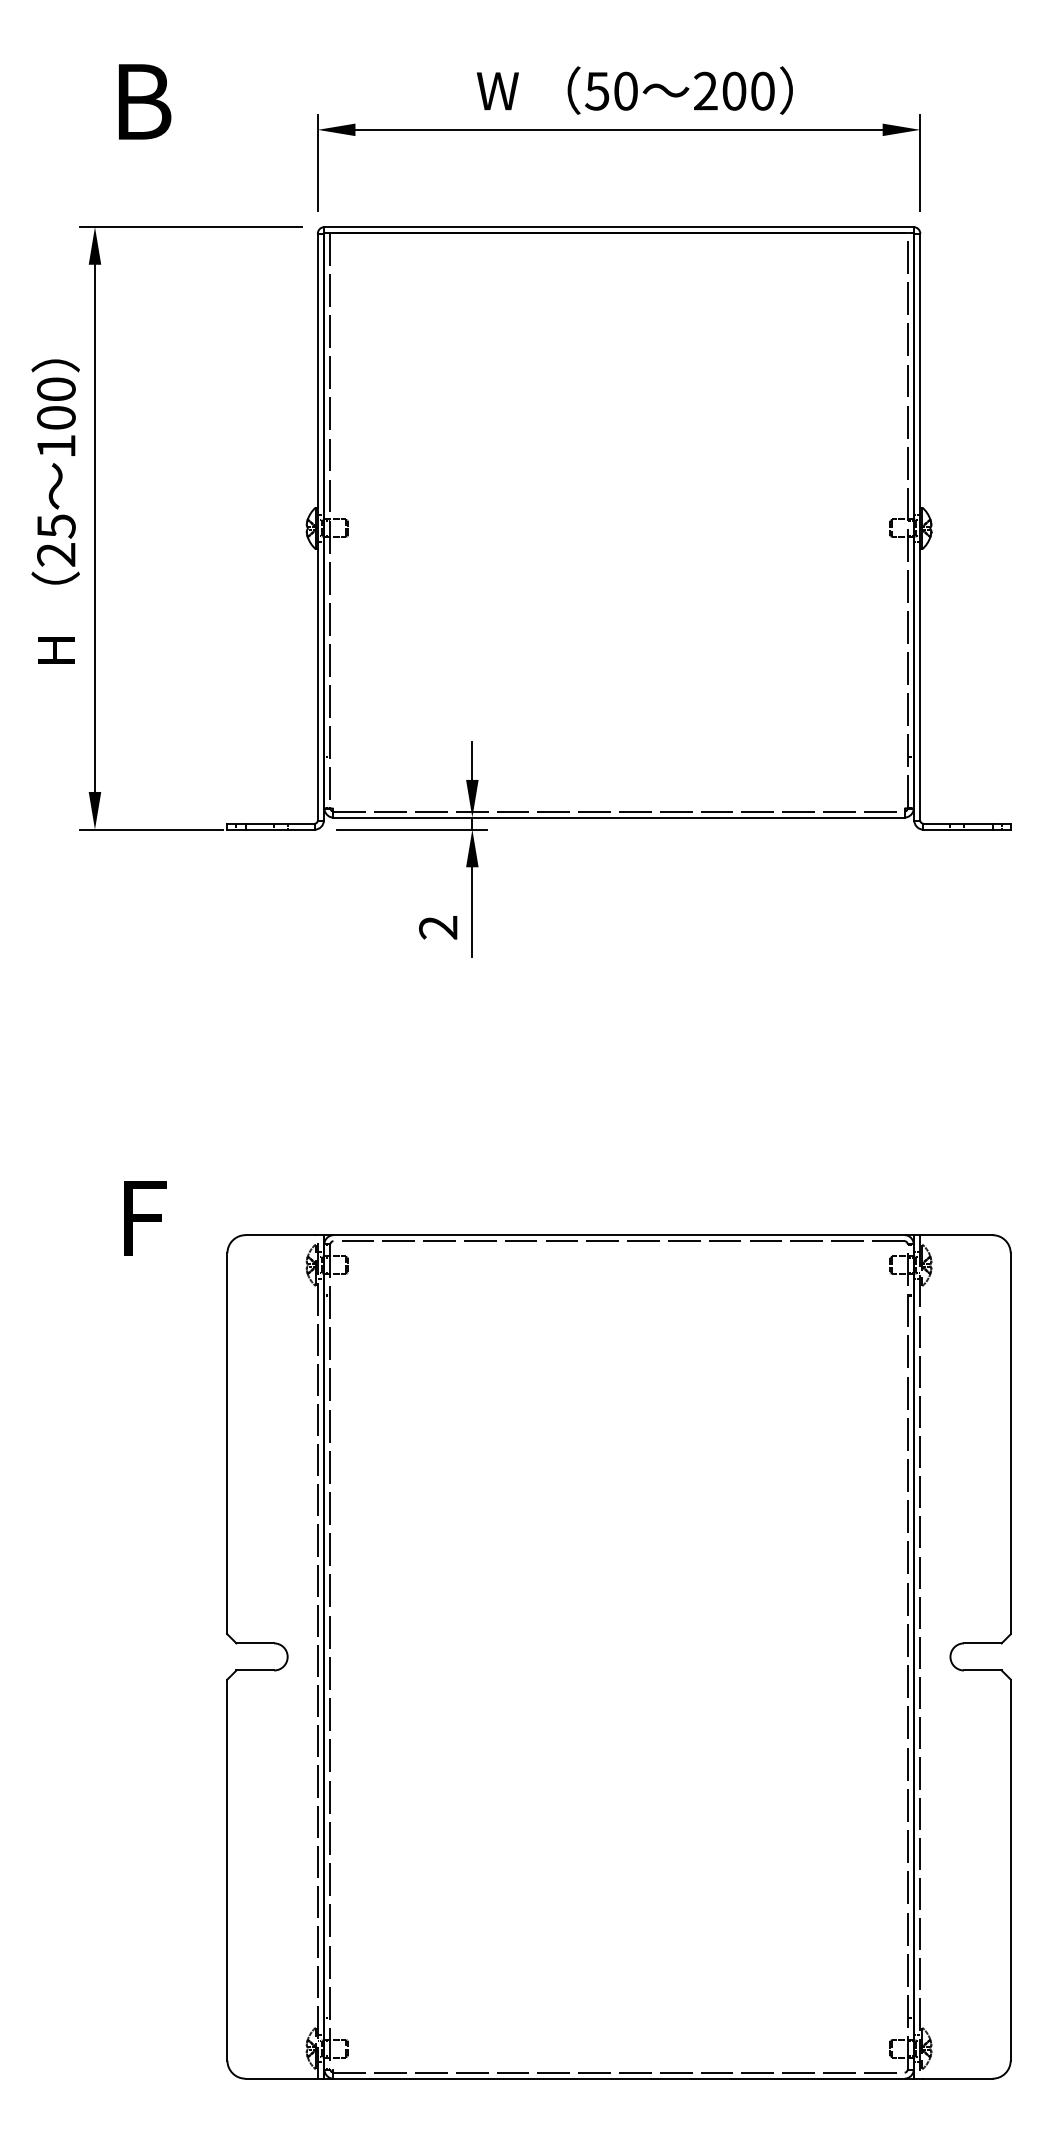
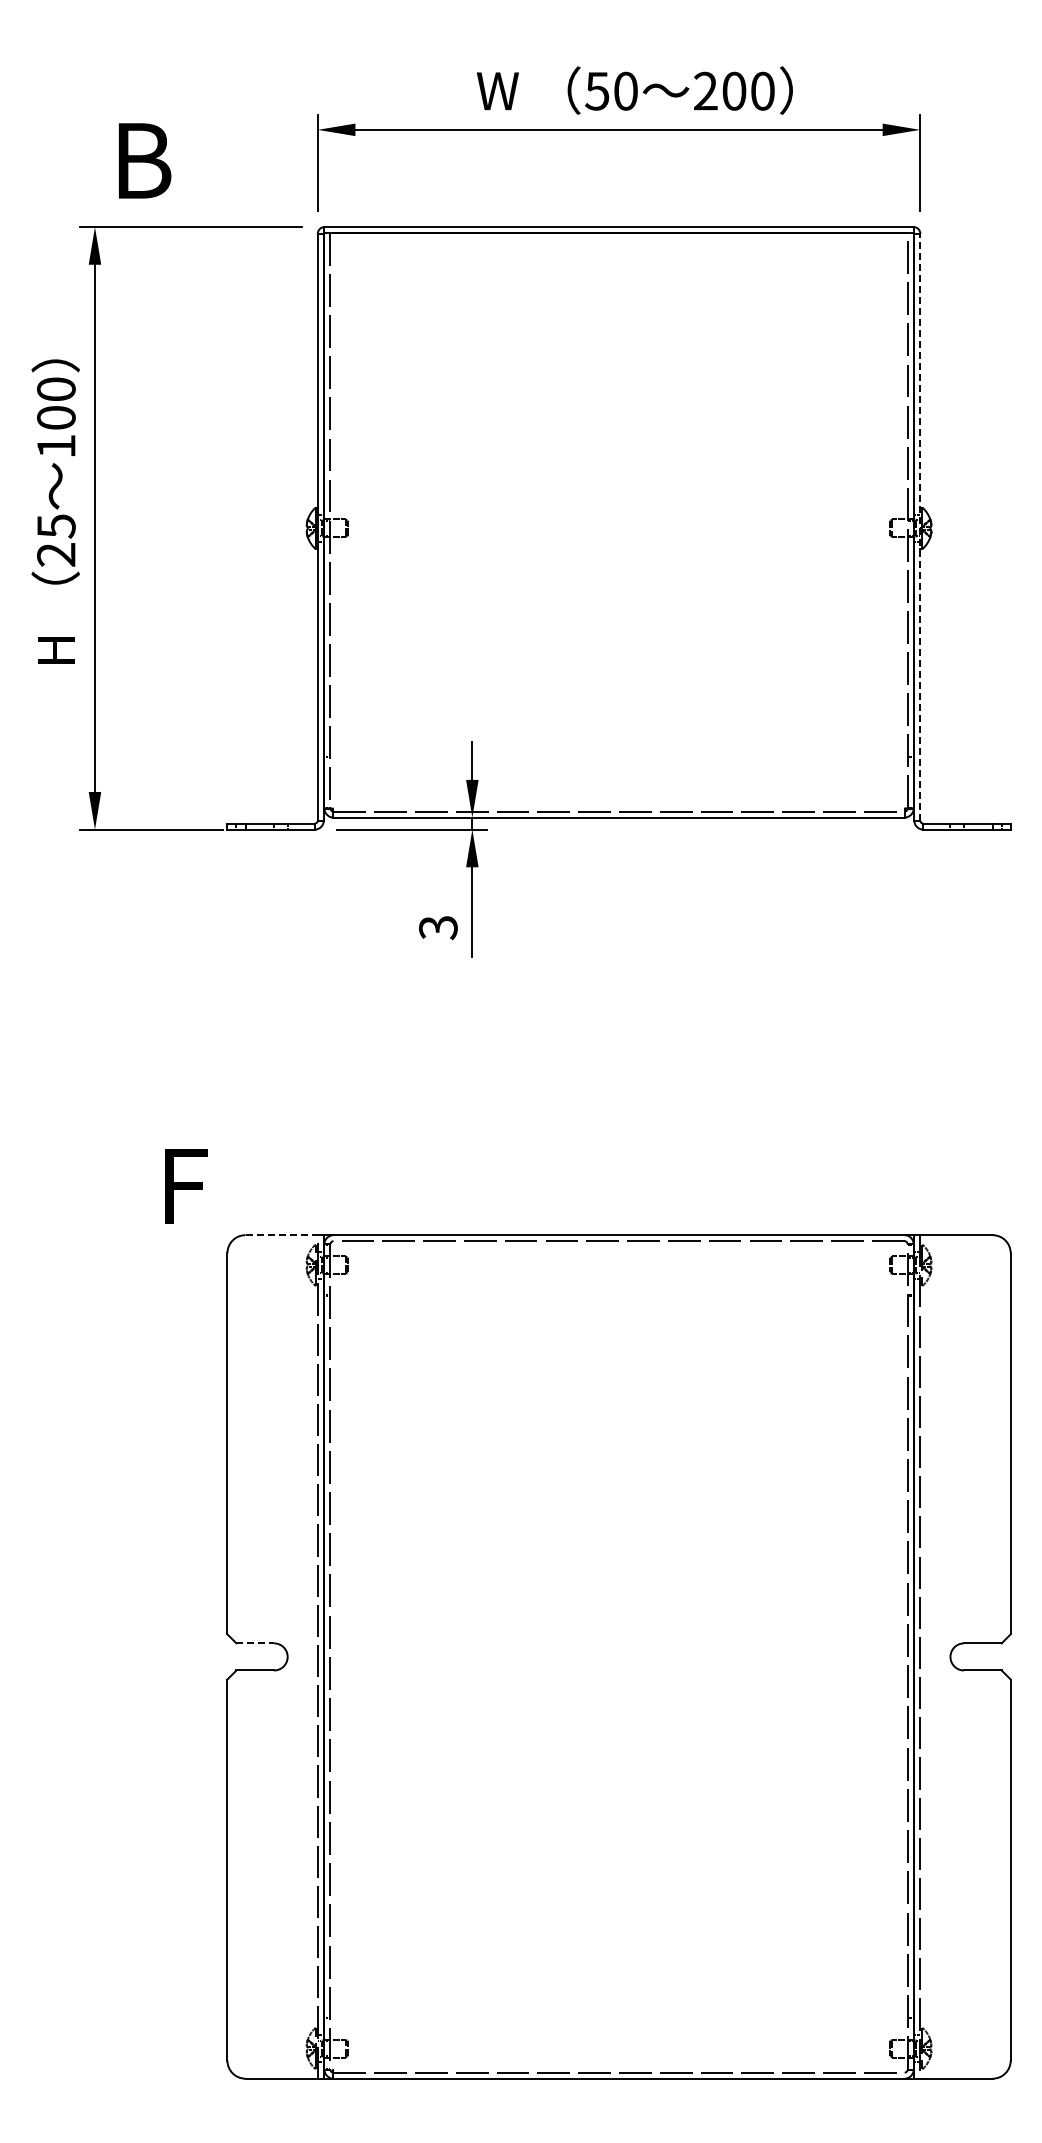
text at (145, 101) position: (145, 101) -> (145, 160)
line at (920, 526): solid -> dashed
text at (438, 928): 2 -> 3
text at (145, 1218) position: (145, 1218) -> (186, 1186)
line at (280, 1235): solid -> dashed
line at (255, 1643): solid -> dashed
